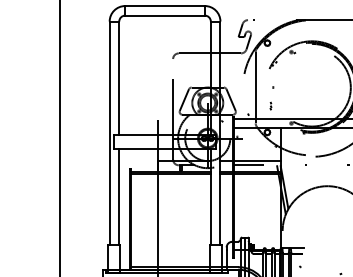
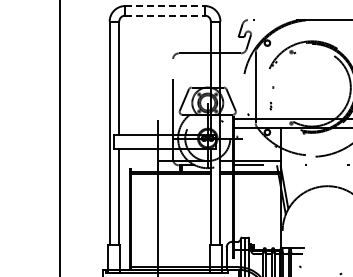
line at (165, 6): solid -> dashed
line at (165, 15): solid -> dashed
